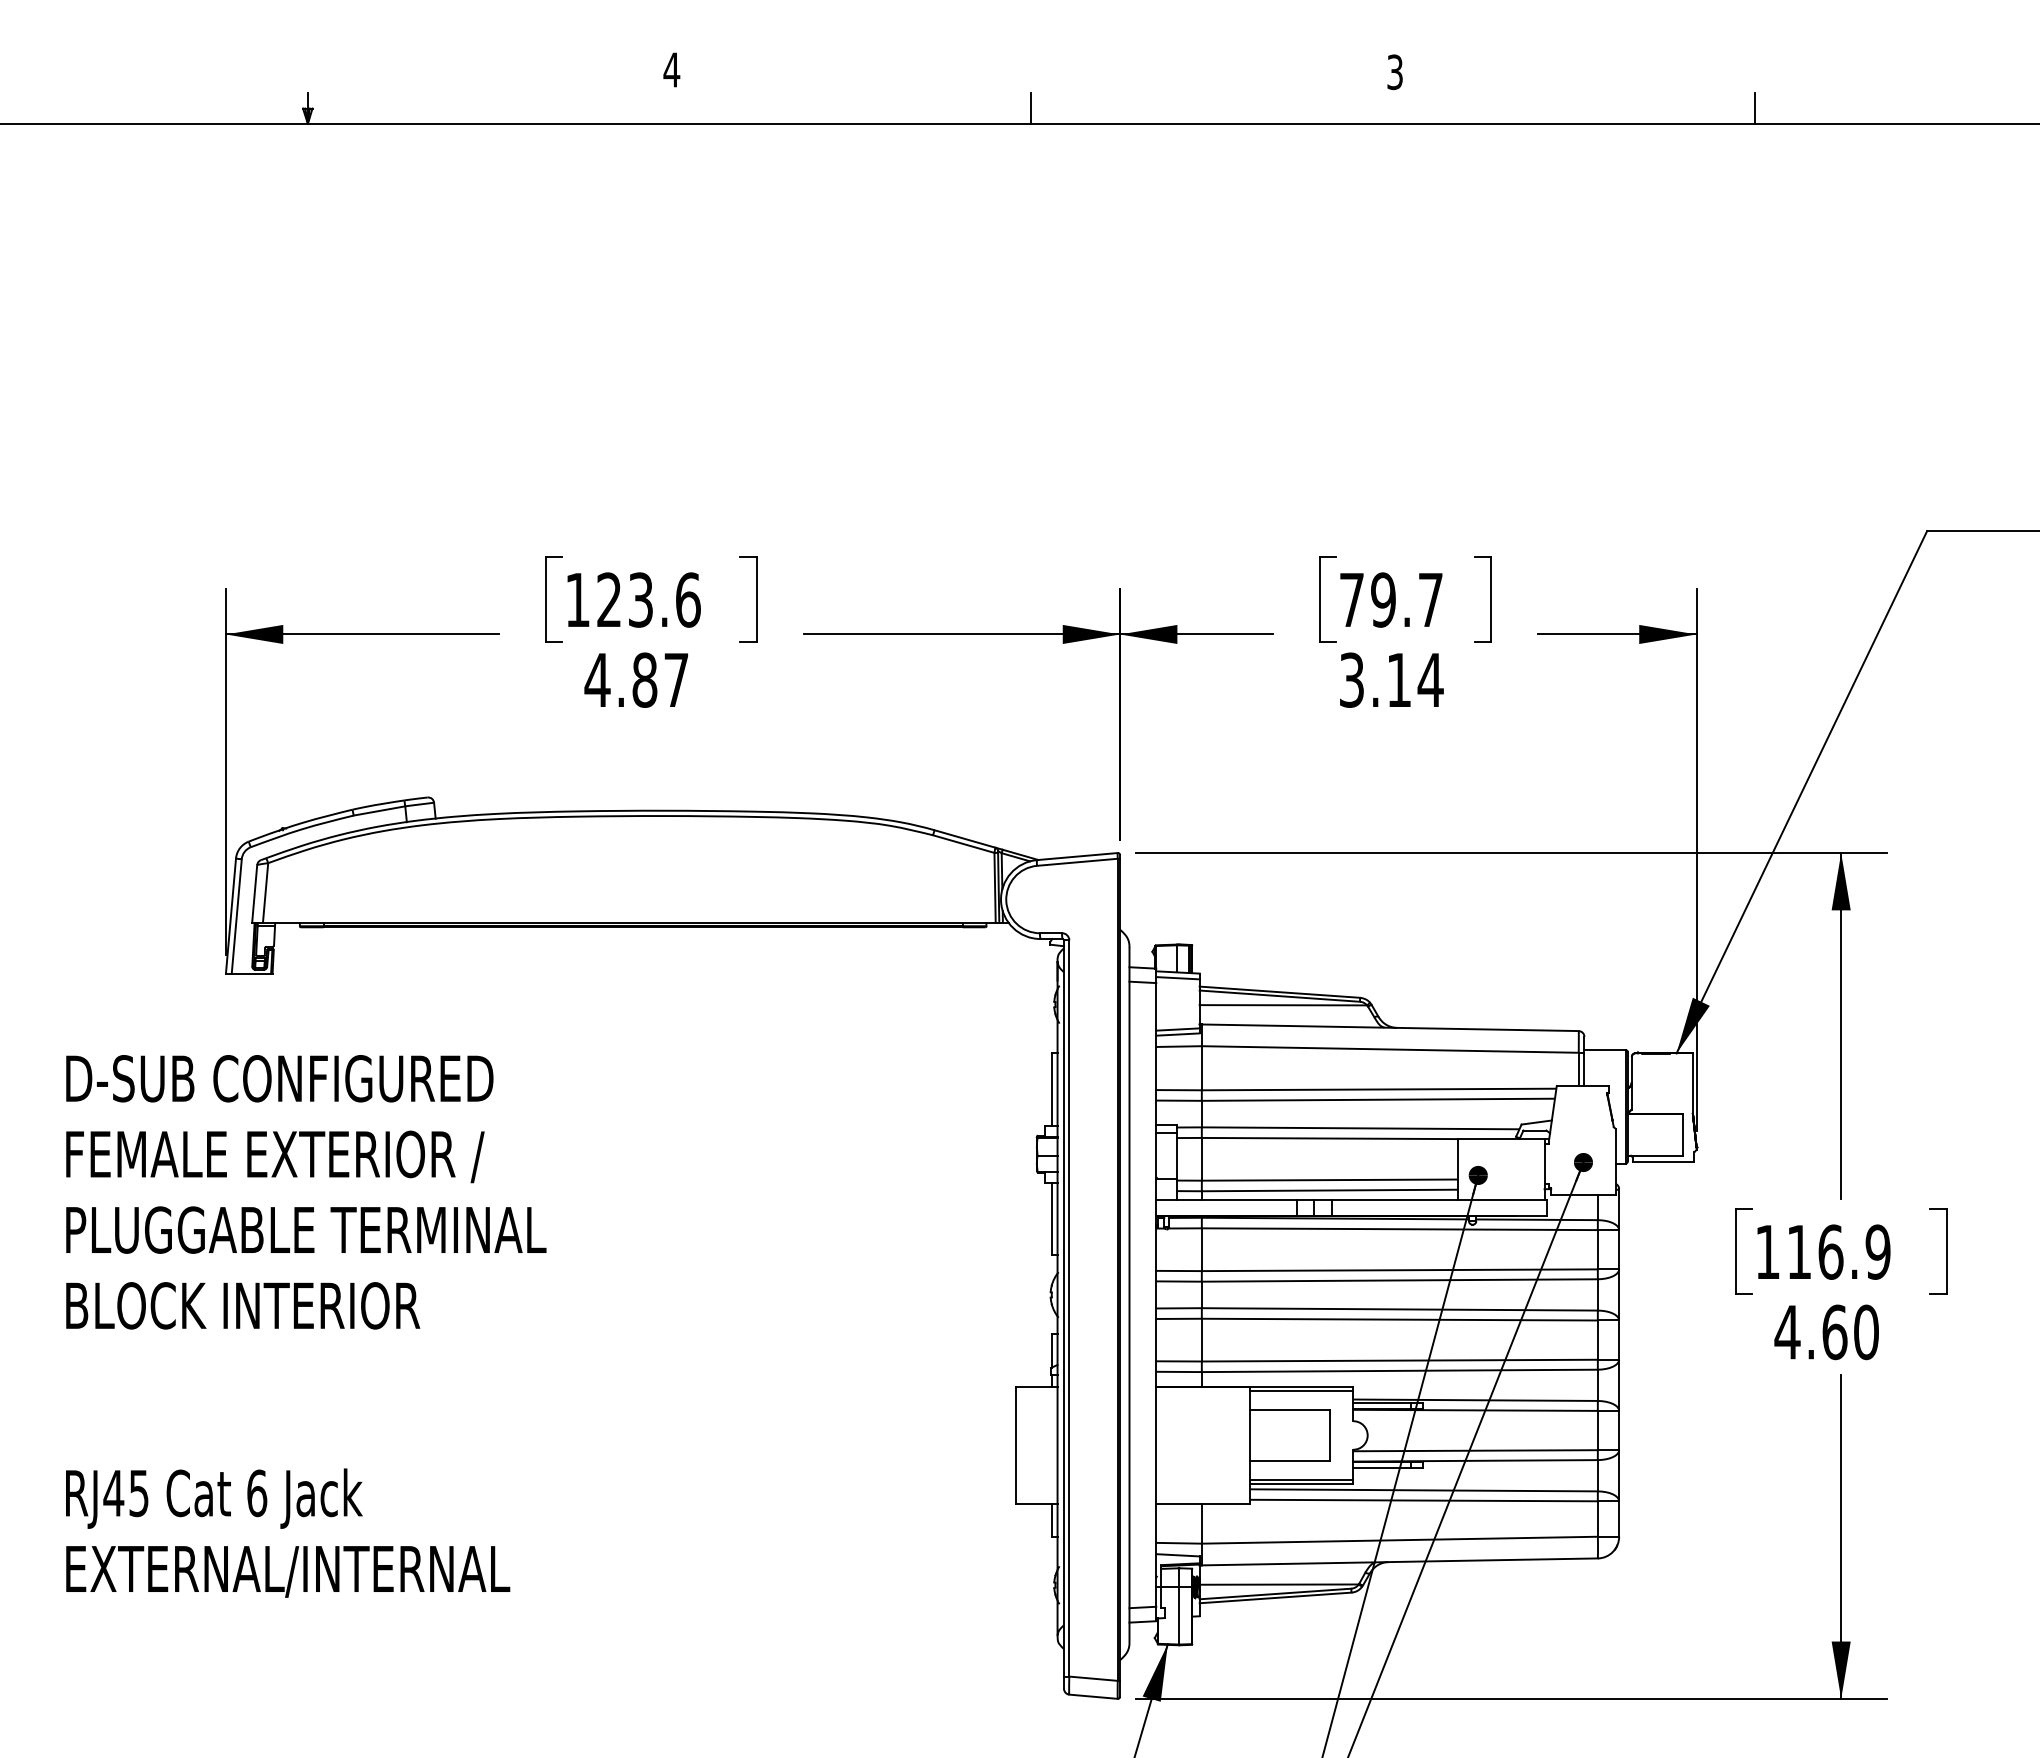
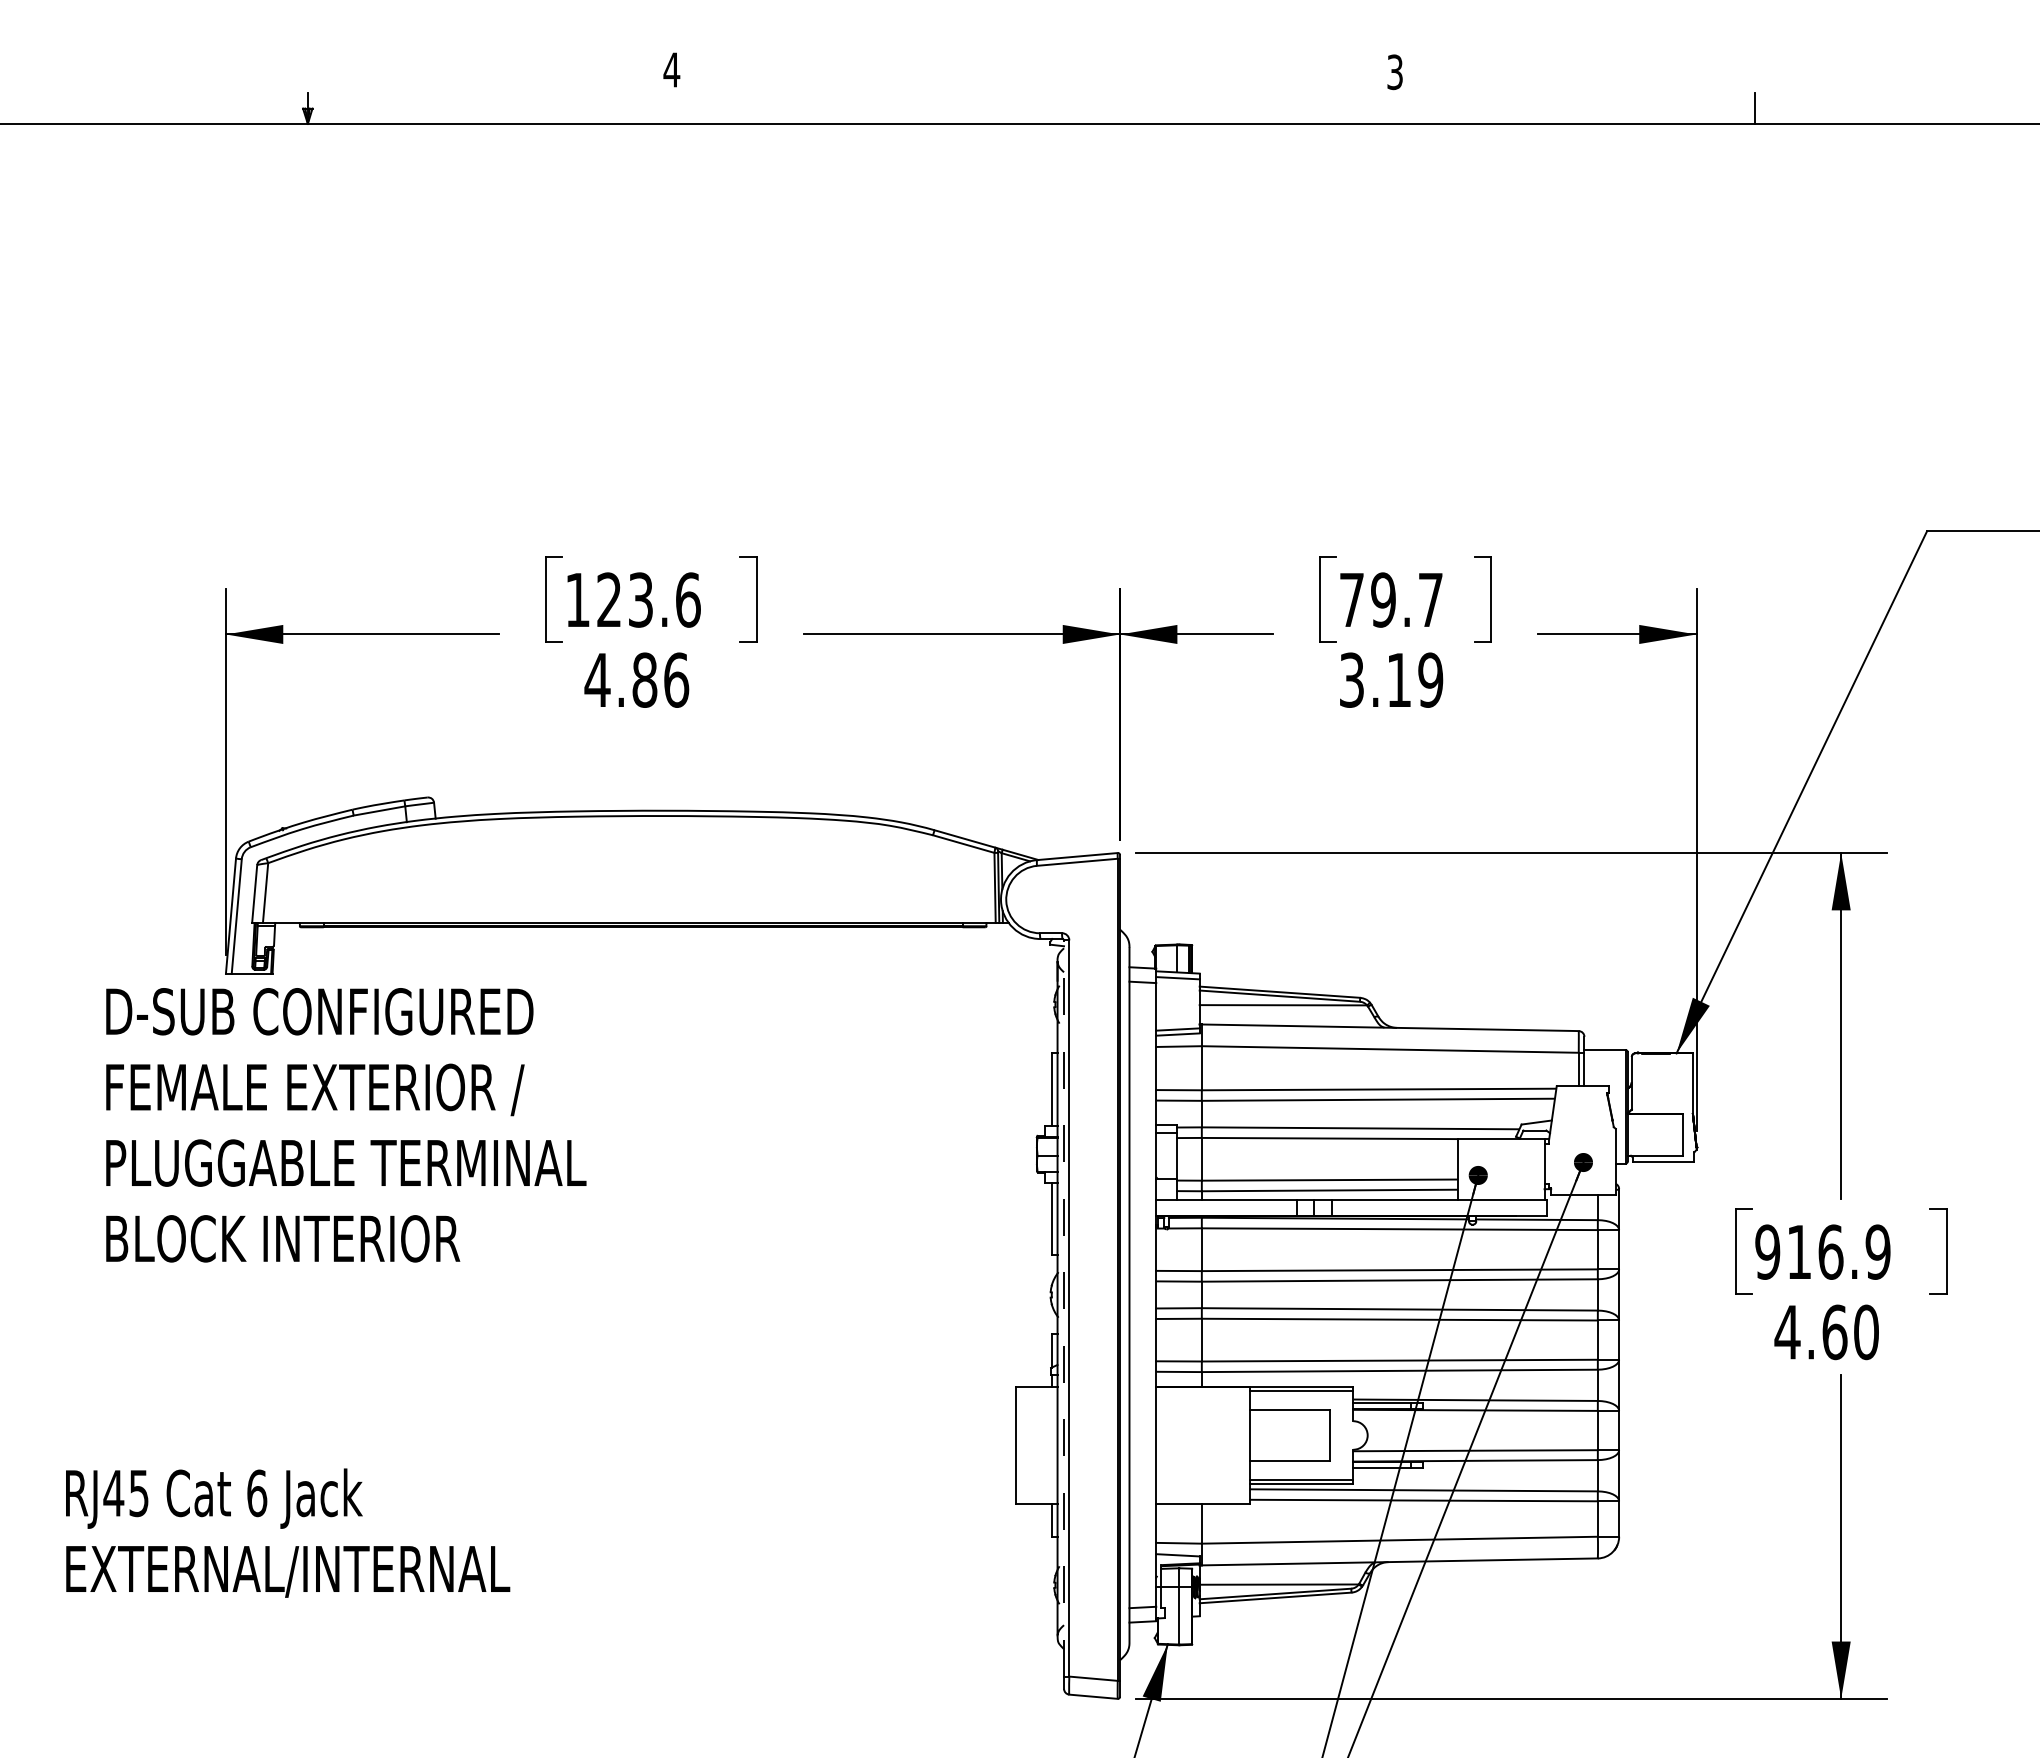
line at (1031, 107): present -> none
text at (676, 679): 4.87 -> 4.86
text at (1430, 679): 3.14 -> 3.19
text at (306, 1192) position: (306, 1192) -> (346, 1125)
text at (1767, 1251): 116.9 -> 916.9
line at (1064, 1308): solid -> dashed
